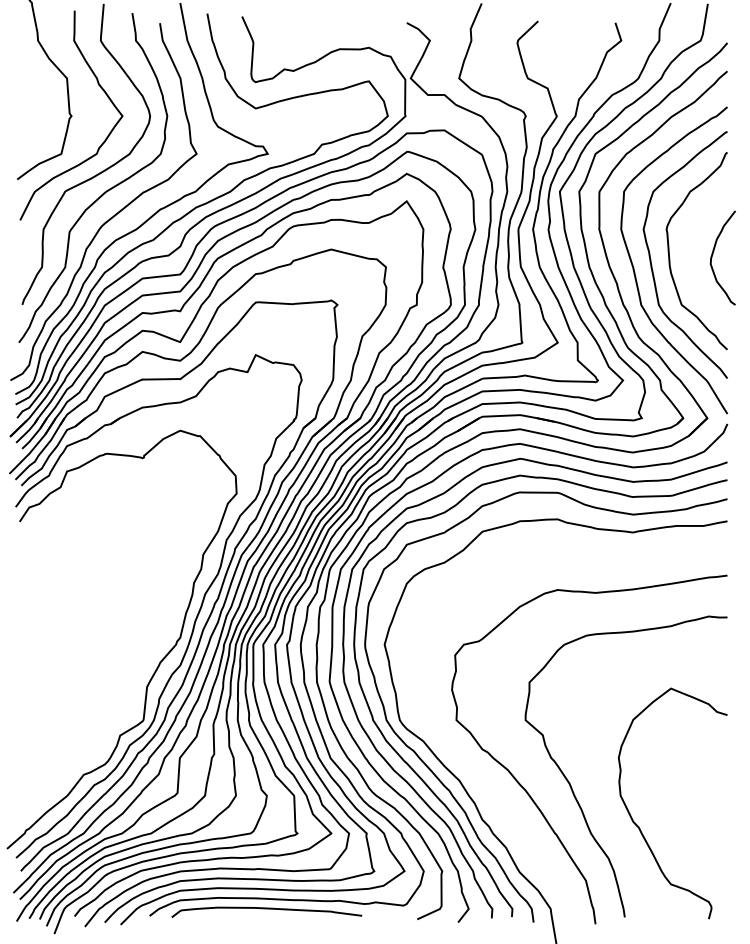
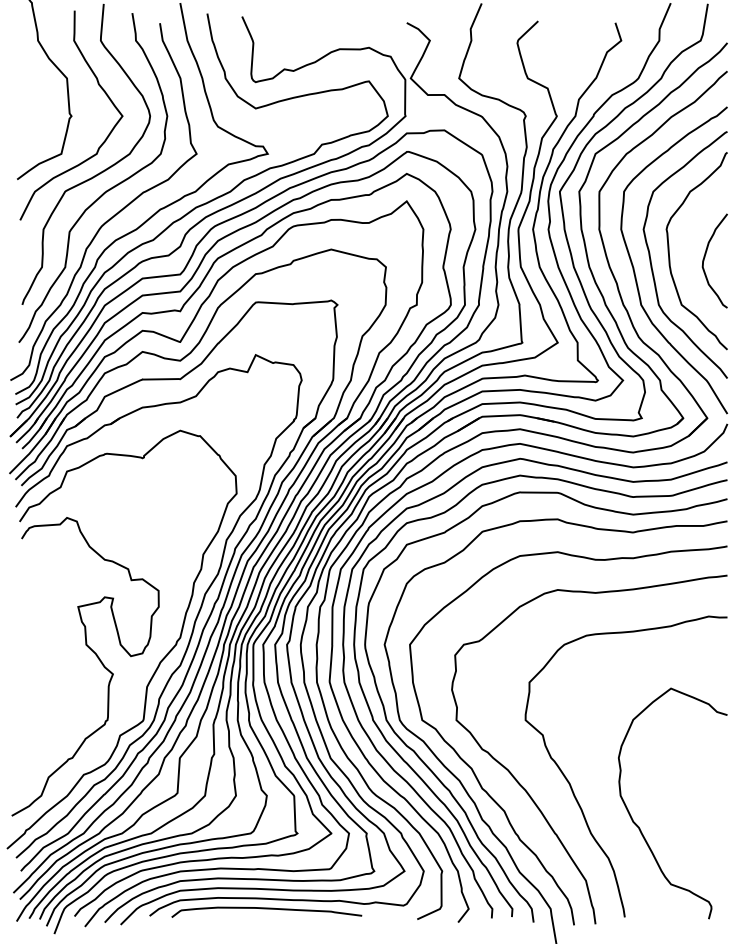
curve at (713, 254) position: (713, 254) -> (705, 257)
curve at (97, 658): none -> present
curve at (499, 804): none -> present
